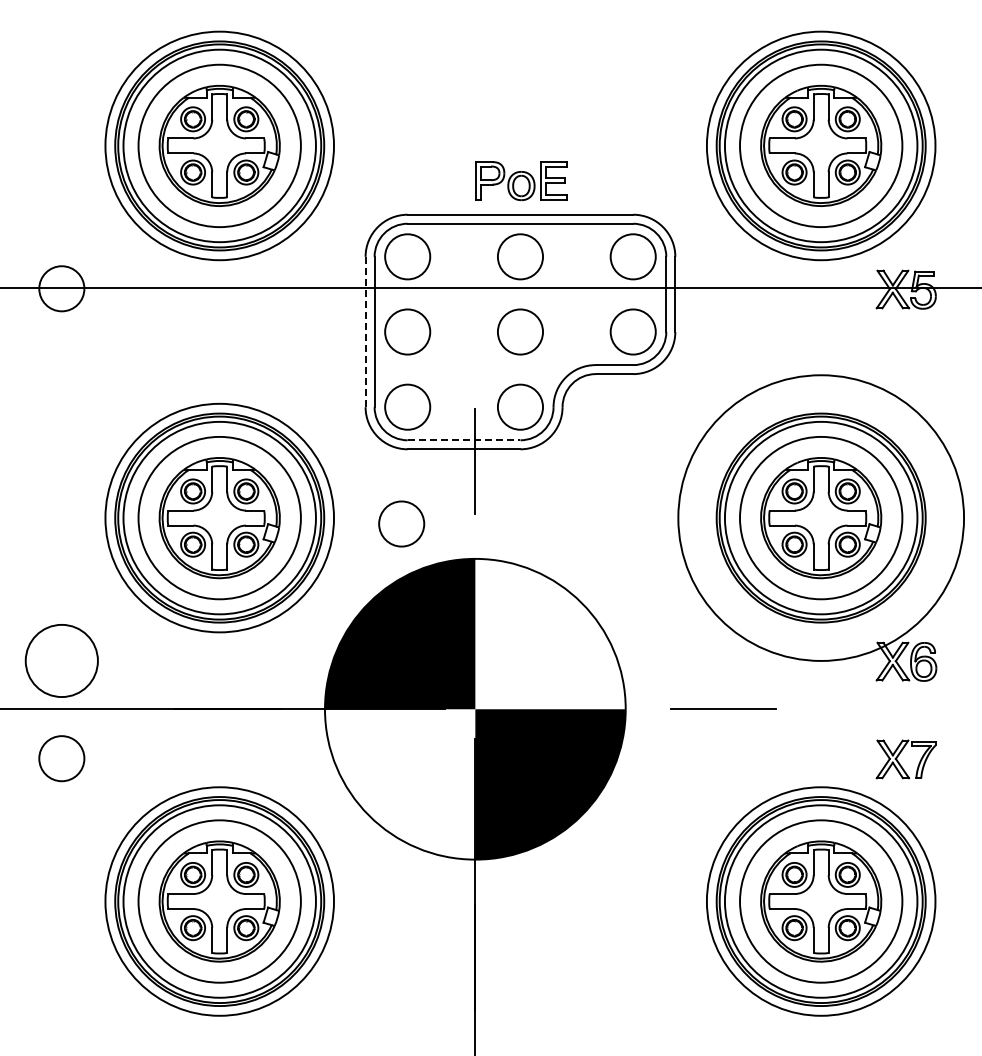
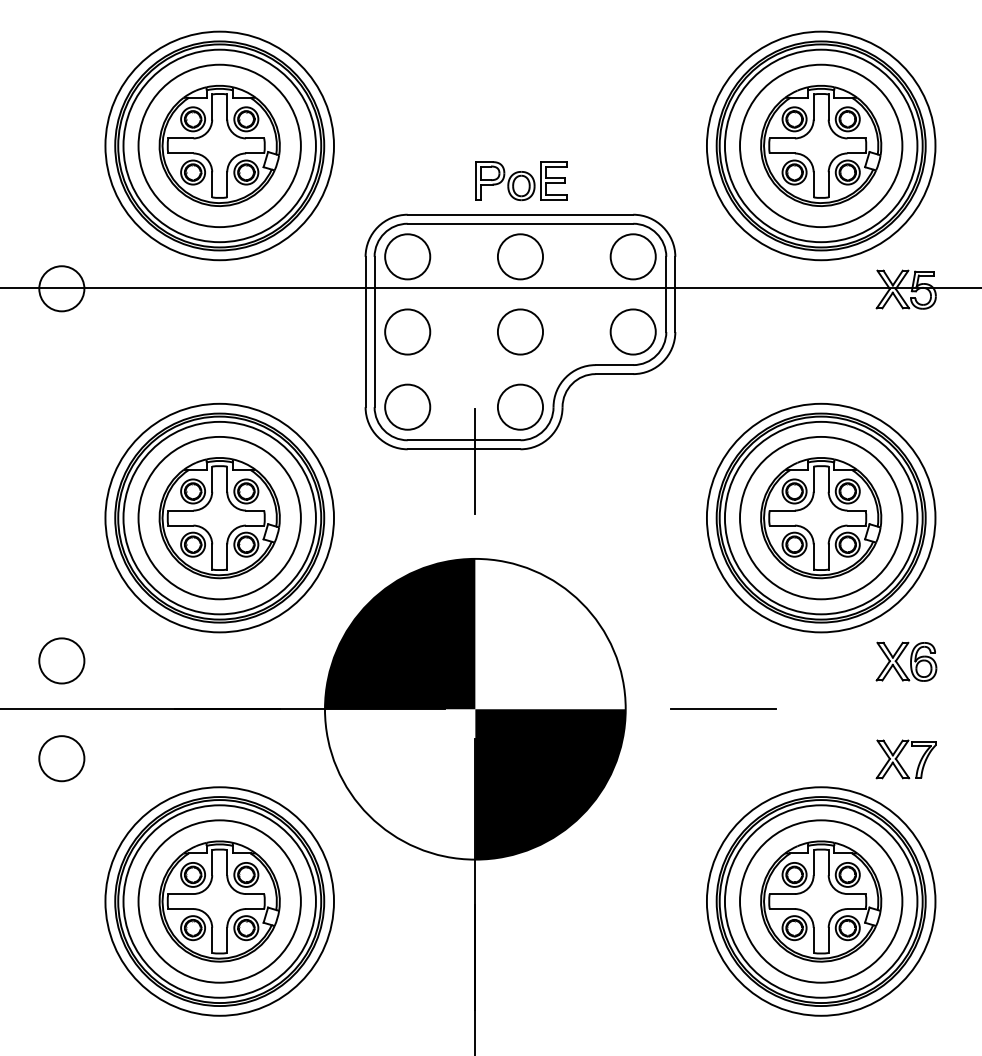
line at (365, 332): dashed -> solid
line at (464, 440): dashed -> solid
circle at (821, 517) diameter: 286 px -> 229 px
circle at (401, 523): present -> none
circle at (61, 660) diameter: 72 px -> 45 px
